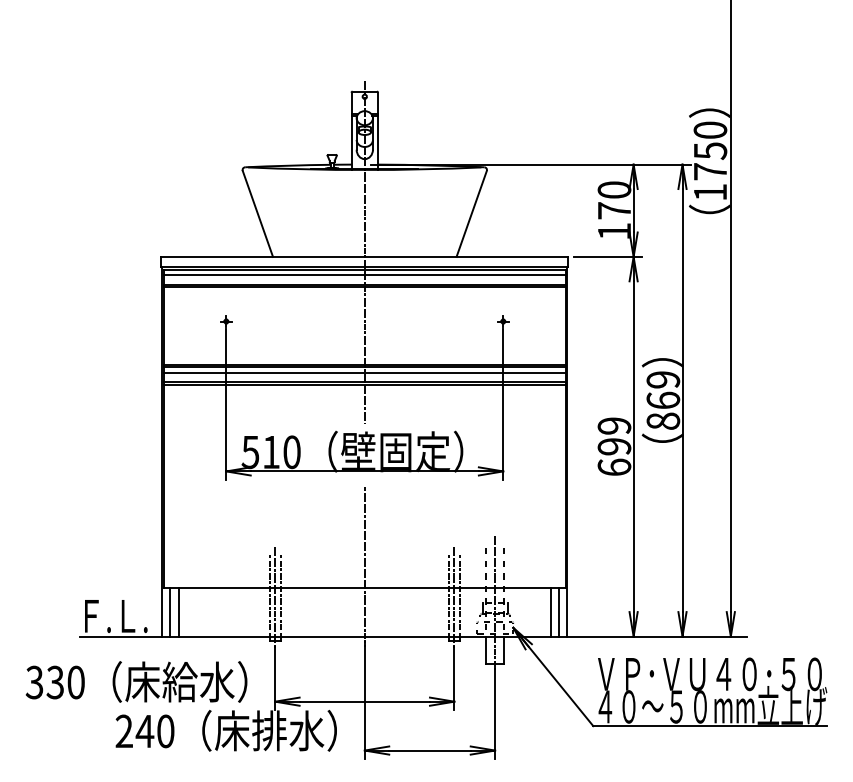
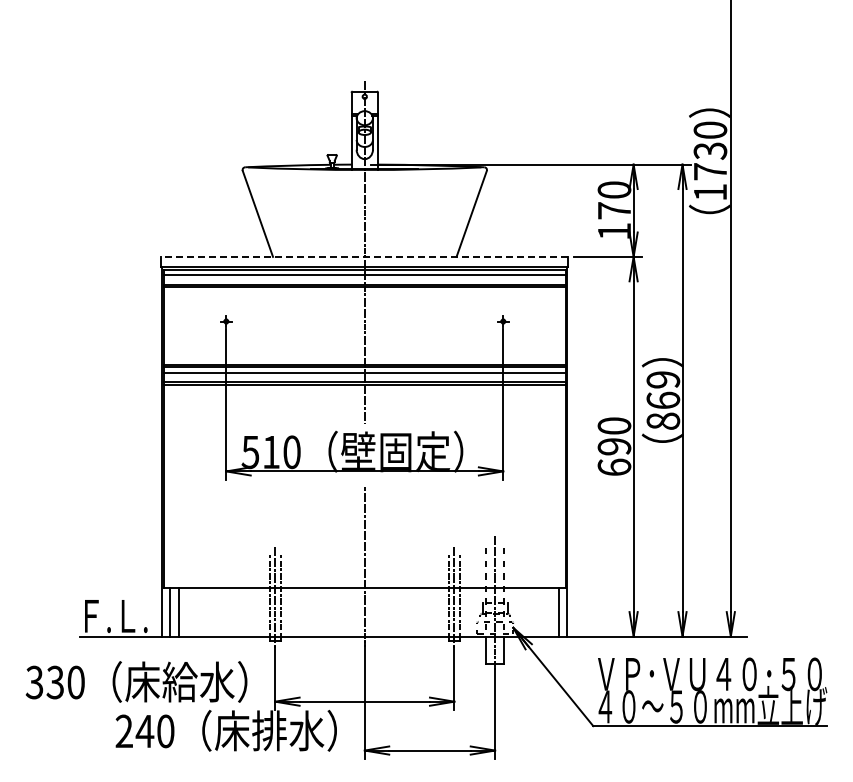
text at (709, 150): 1750 -> 1730
line at (364, 256): solid -> dashed
text at (614, 425): 699 -> 690
line at (551, 611): present -> none
